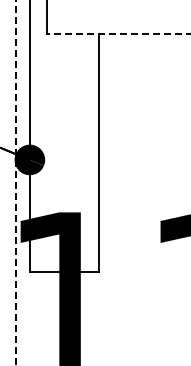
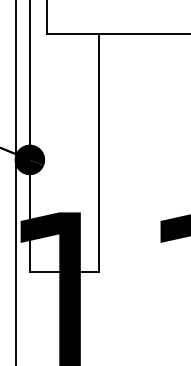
line at (118, 33): dashed -> solid
line at (16, 183): dashed -> solid
